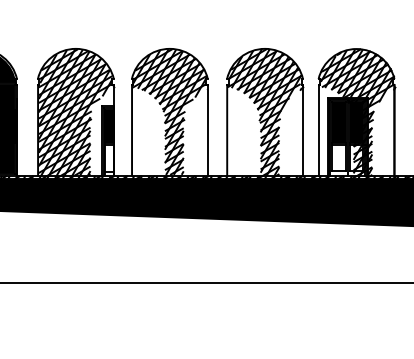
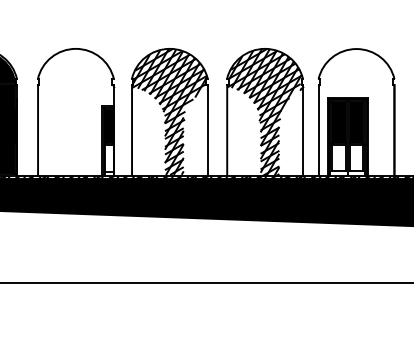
hatch at (75, 112): present -> none
hatch at (357, 112): present -> none
